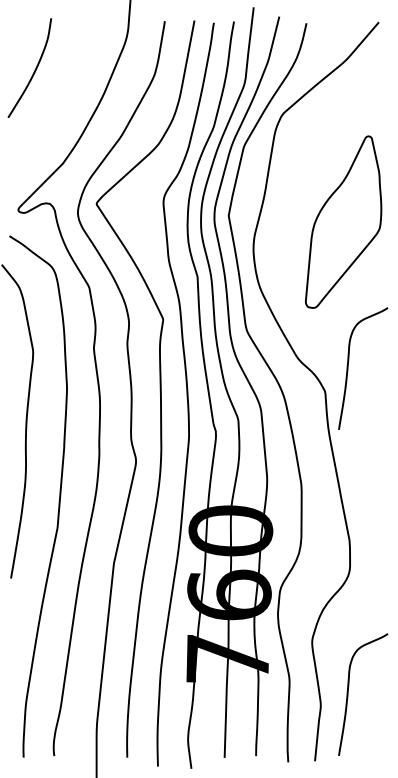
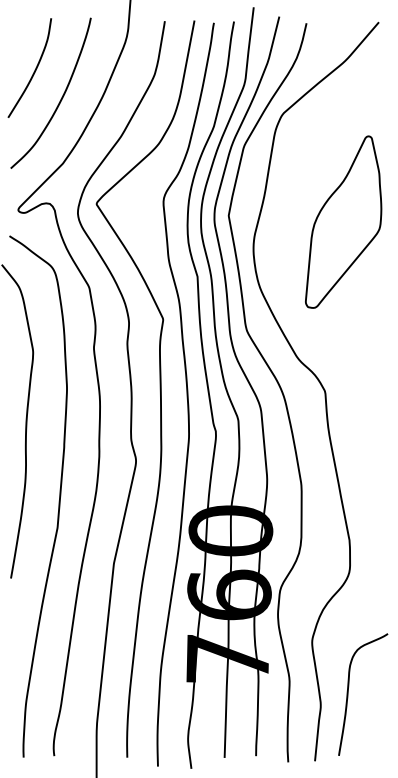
curve at (61, 97): none -> present
curve at (348, 368): present -> none
